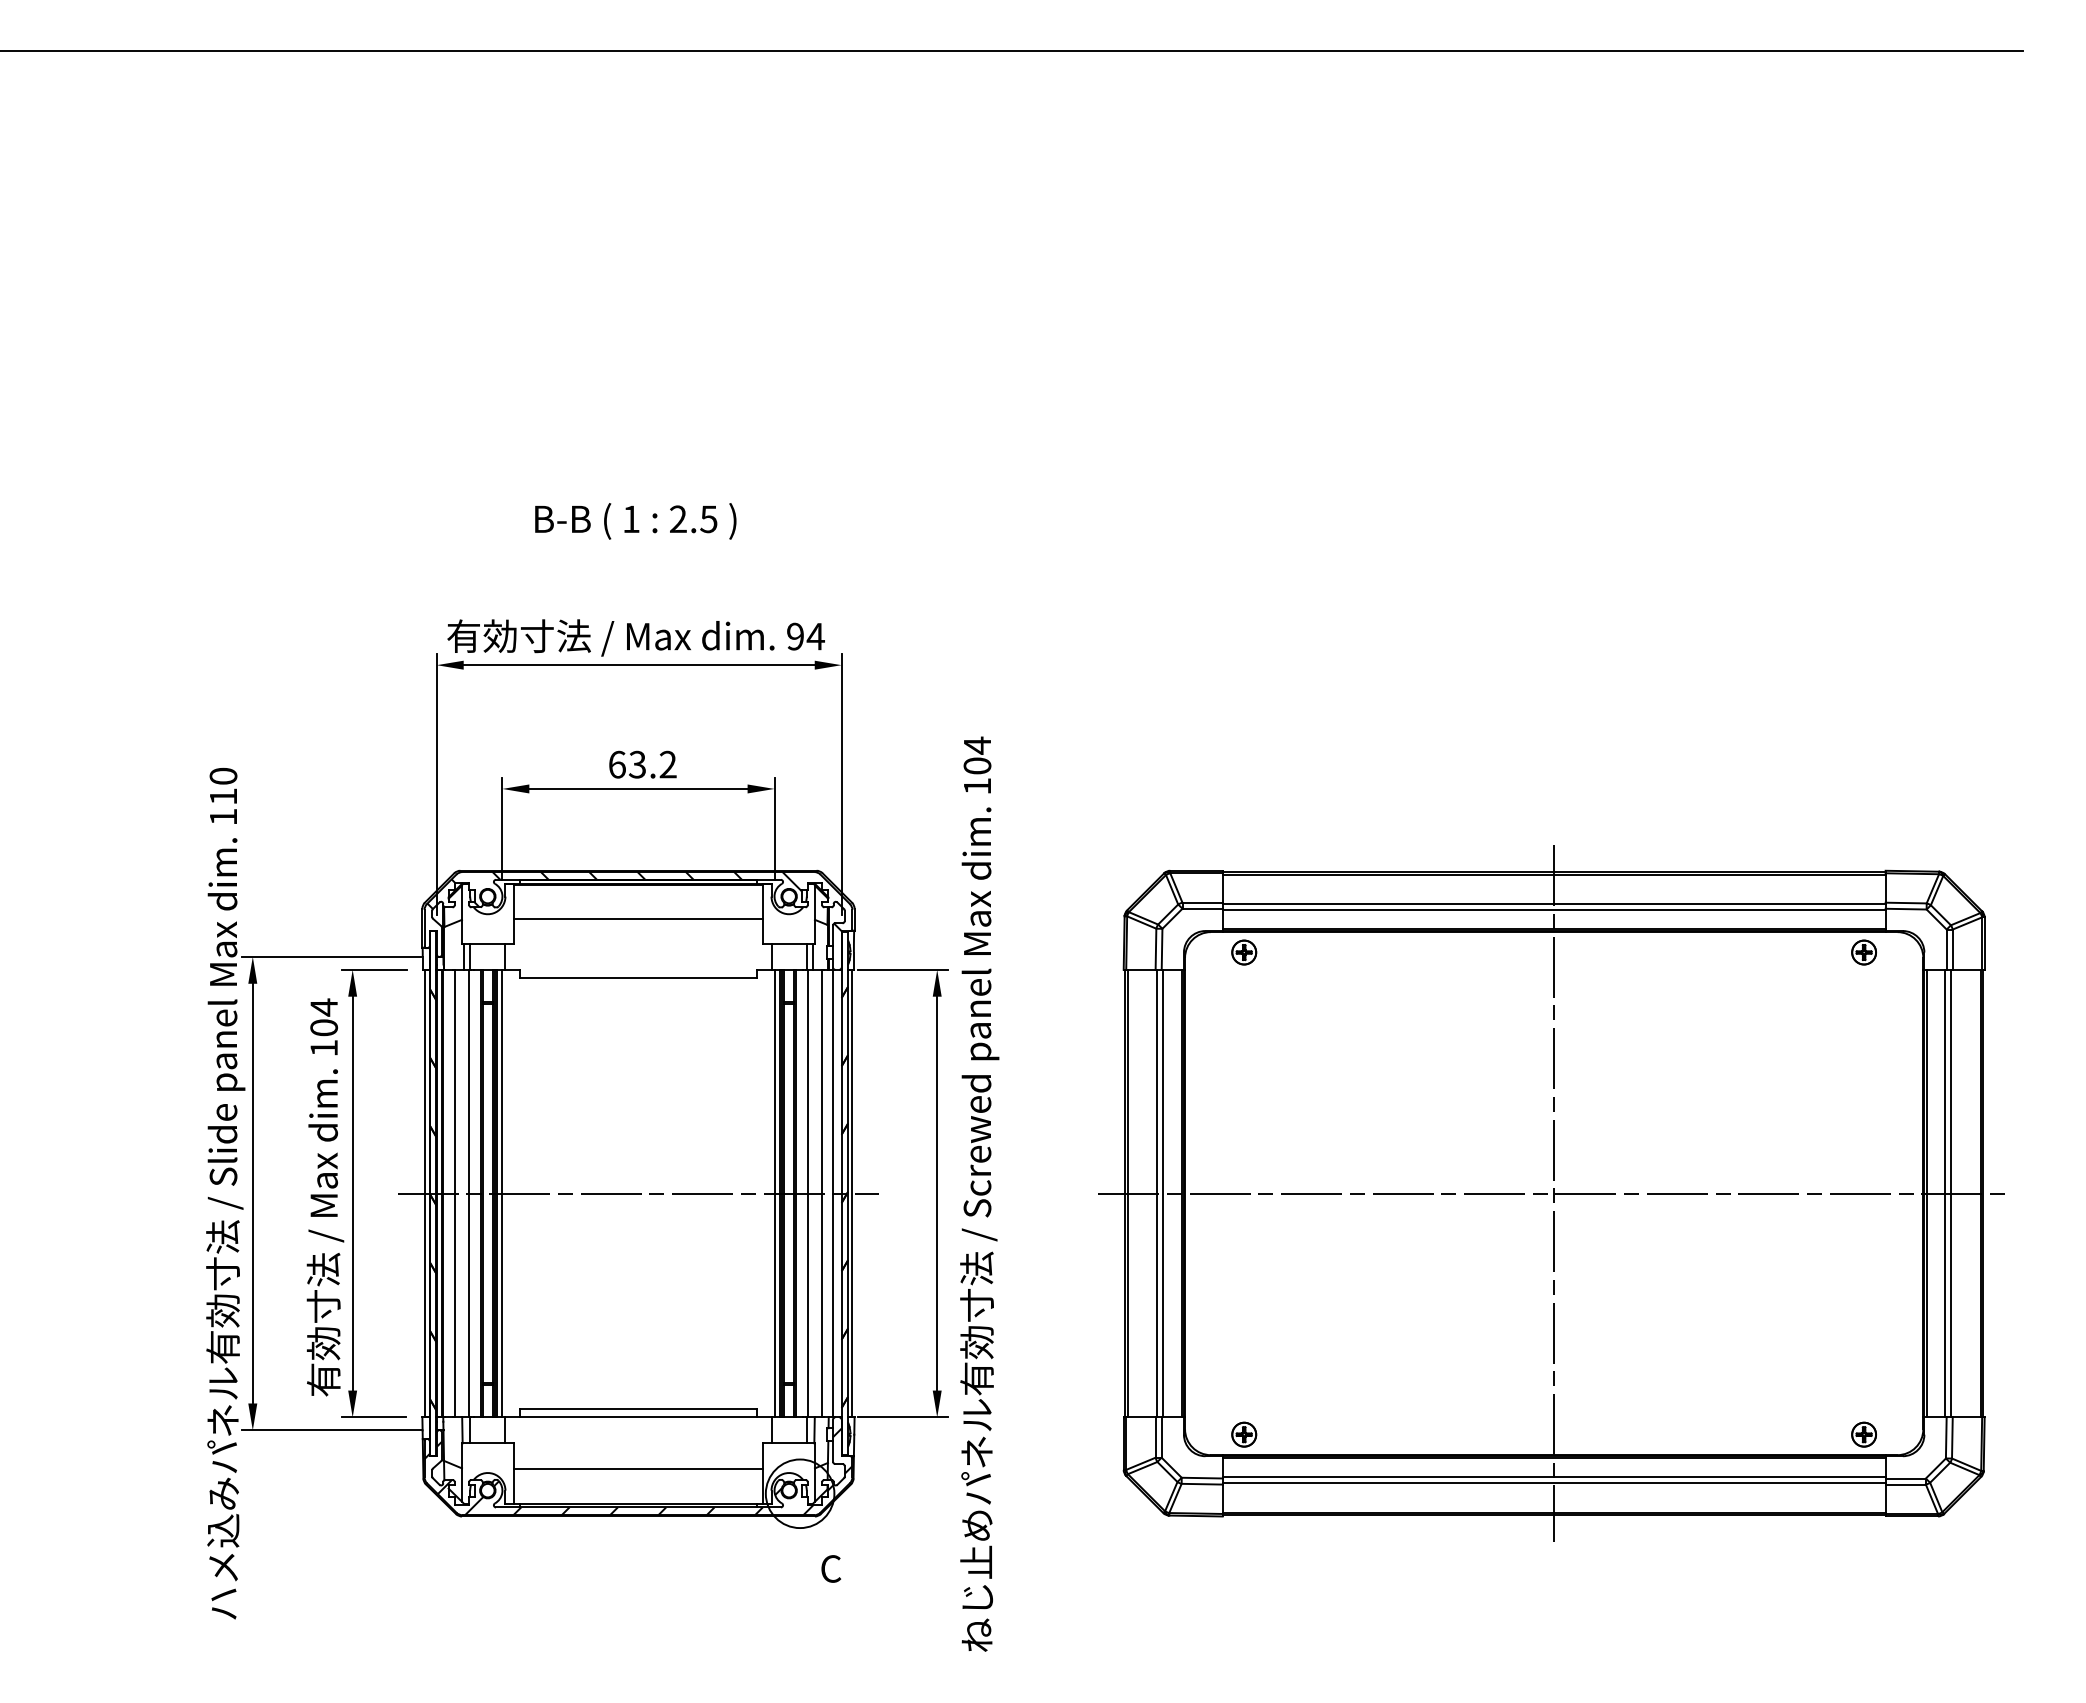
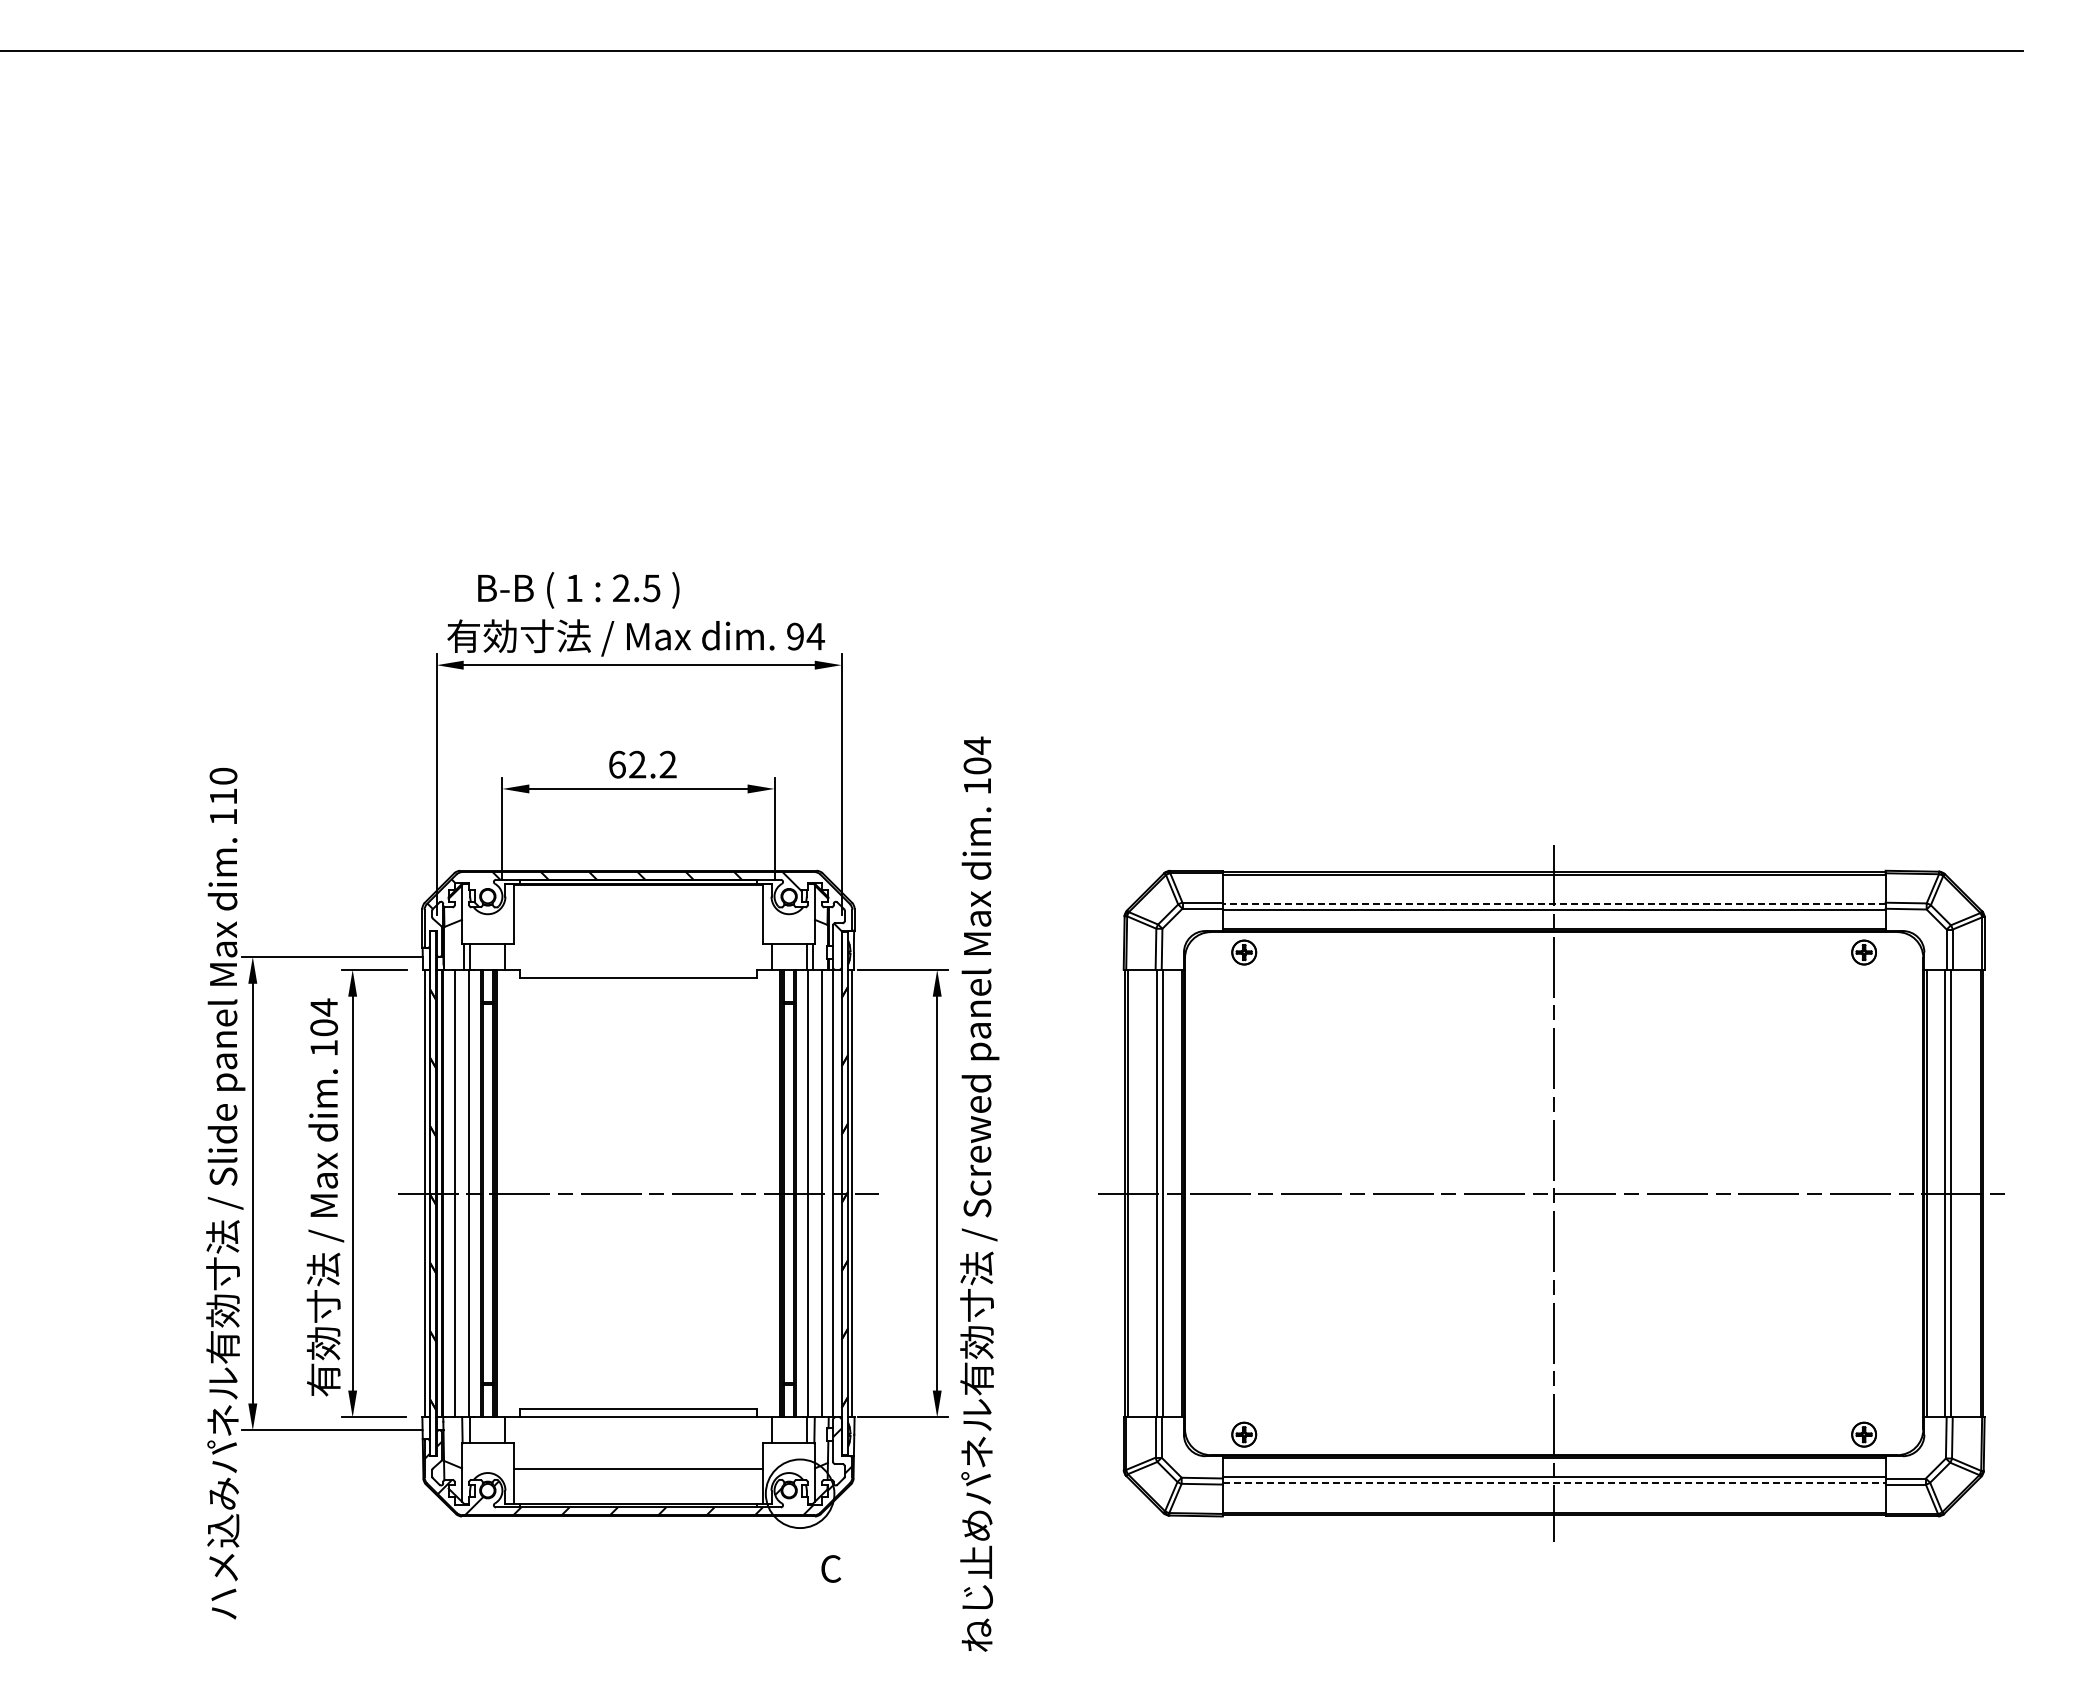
text at (635, 521) position: (635, 521) -> (578, 590)
text at (637, 764): 63.2 -> 62.2
line at (1553, 903): solid -> dashed
line at (638, 919): present -> none
line at (502, 1193): present -> none
line at (774, 1193): present -> none
line at (1554, 1483): solid -> dashed
